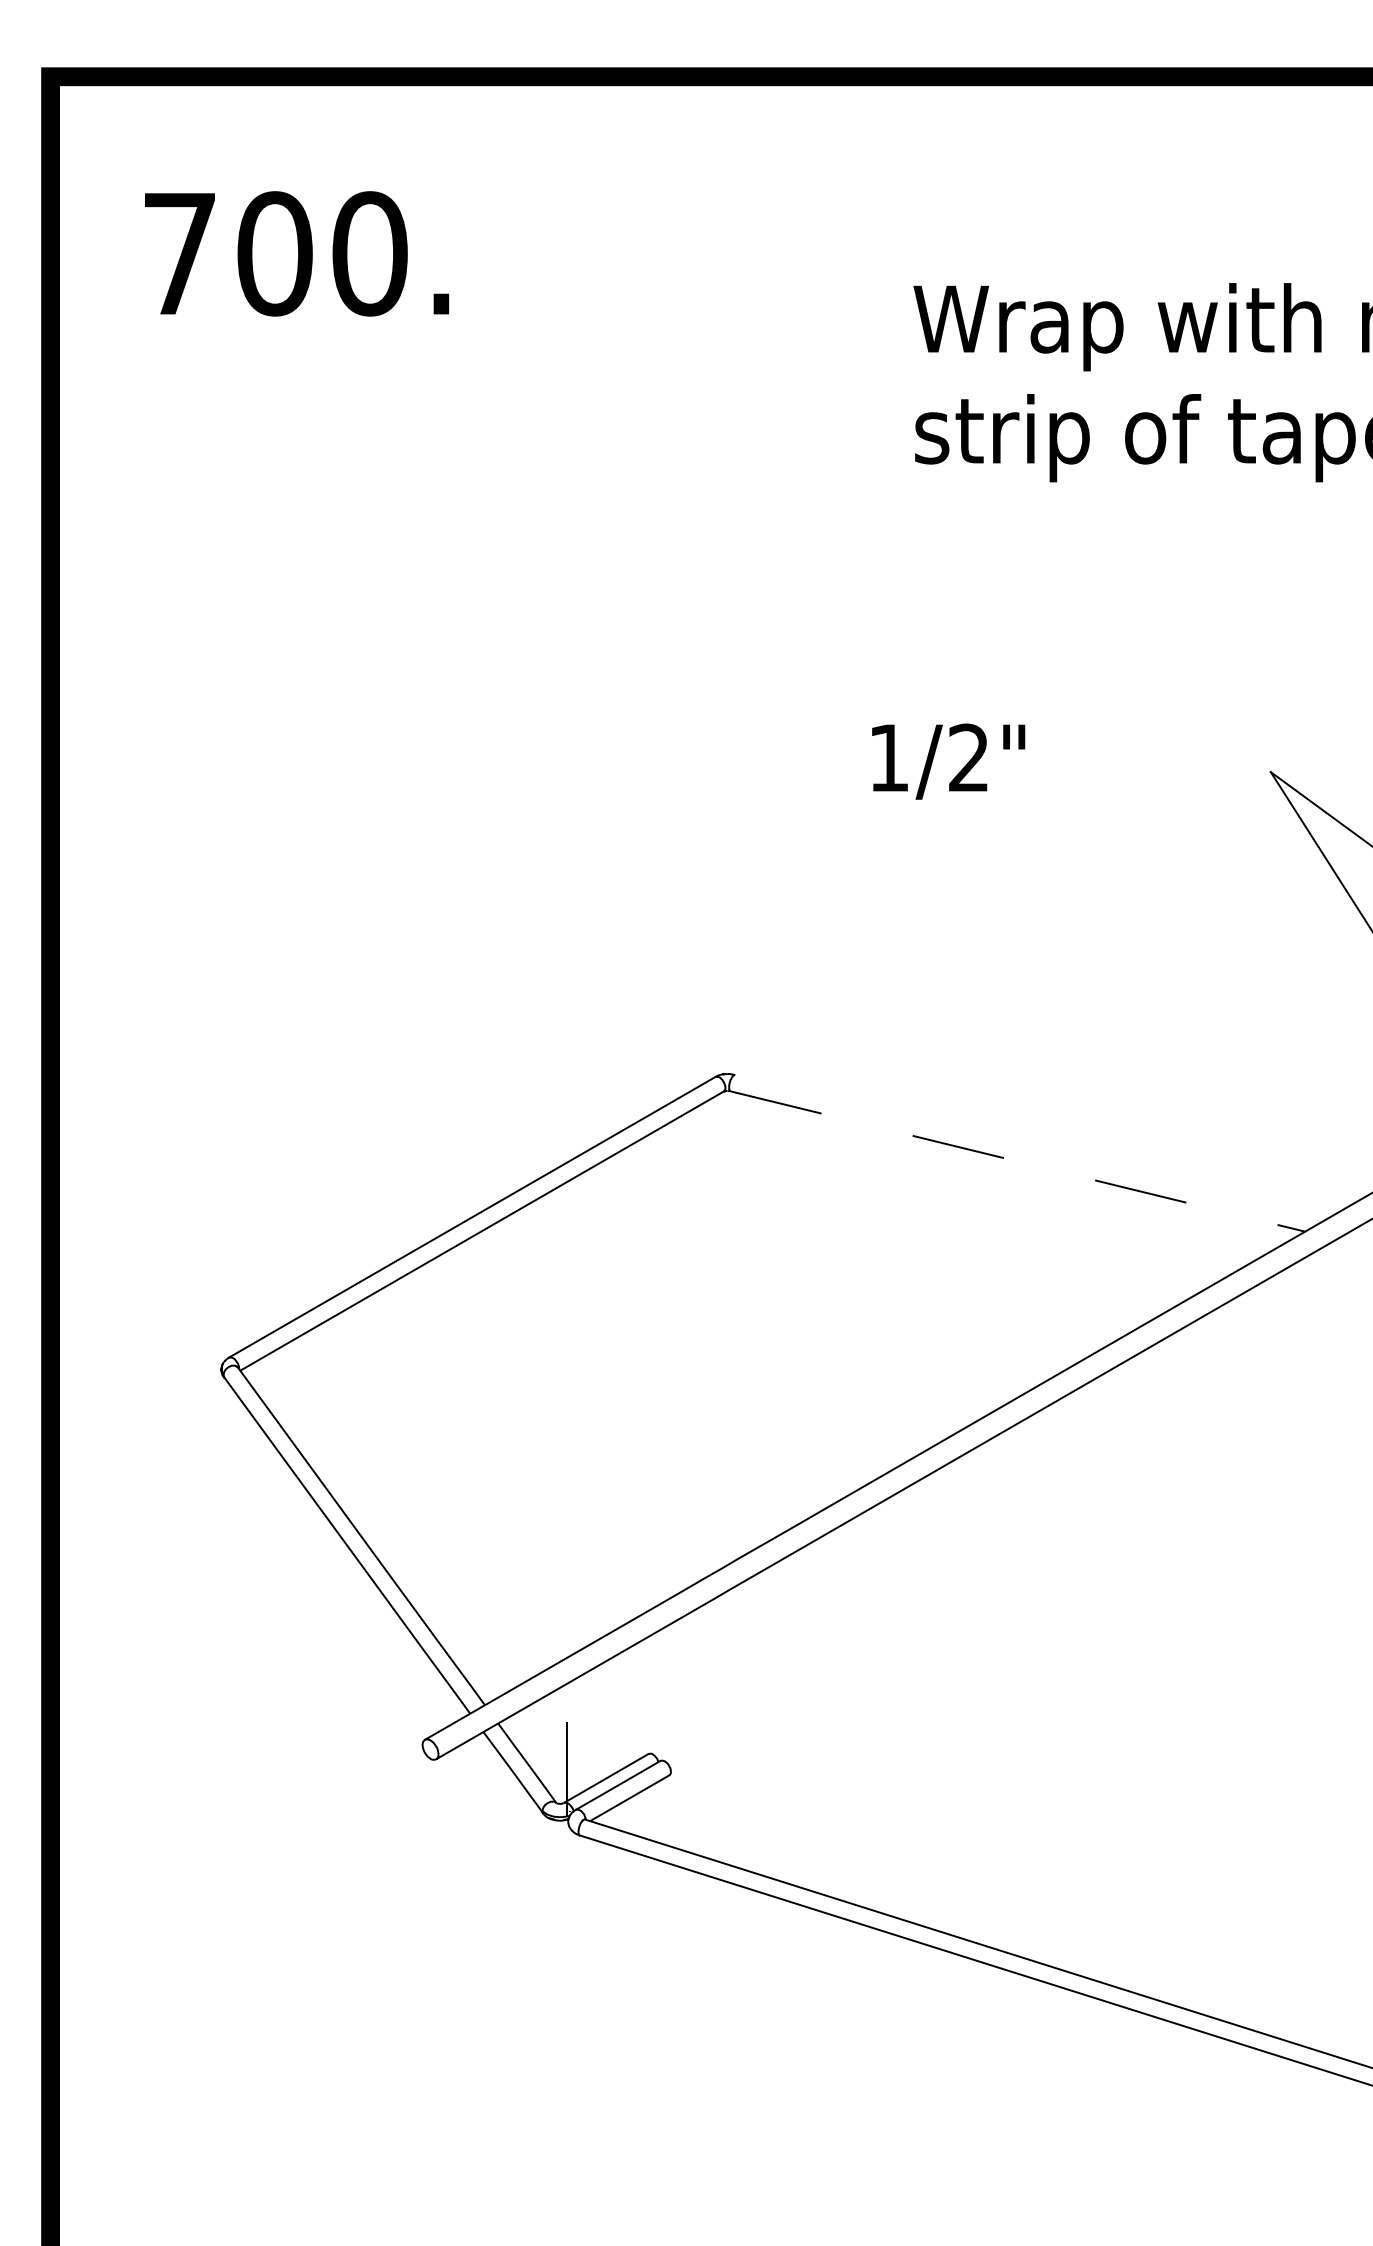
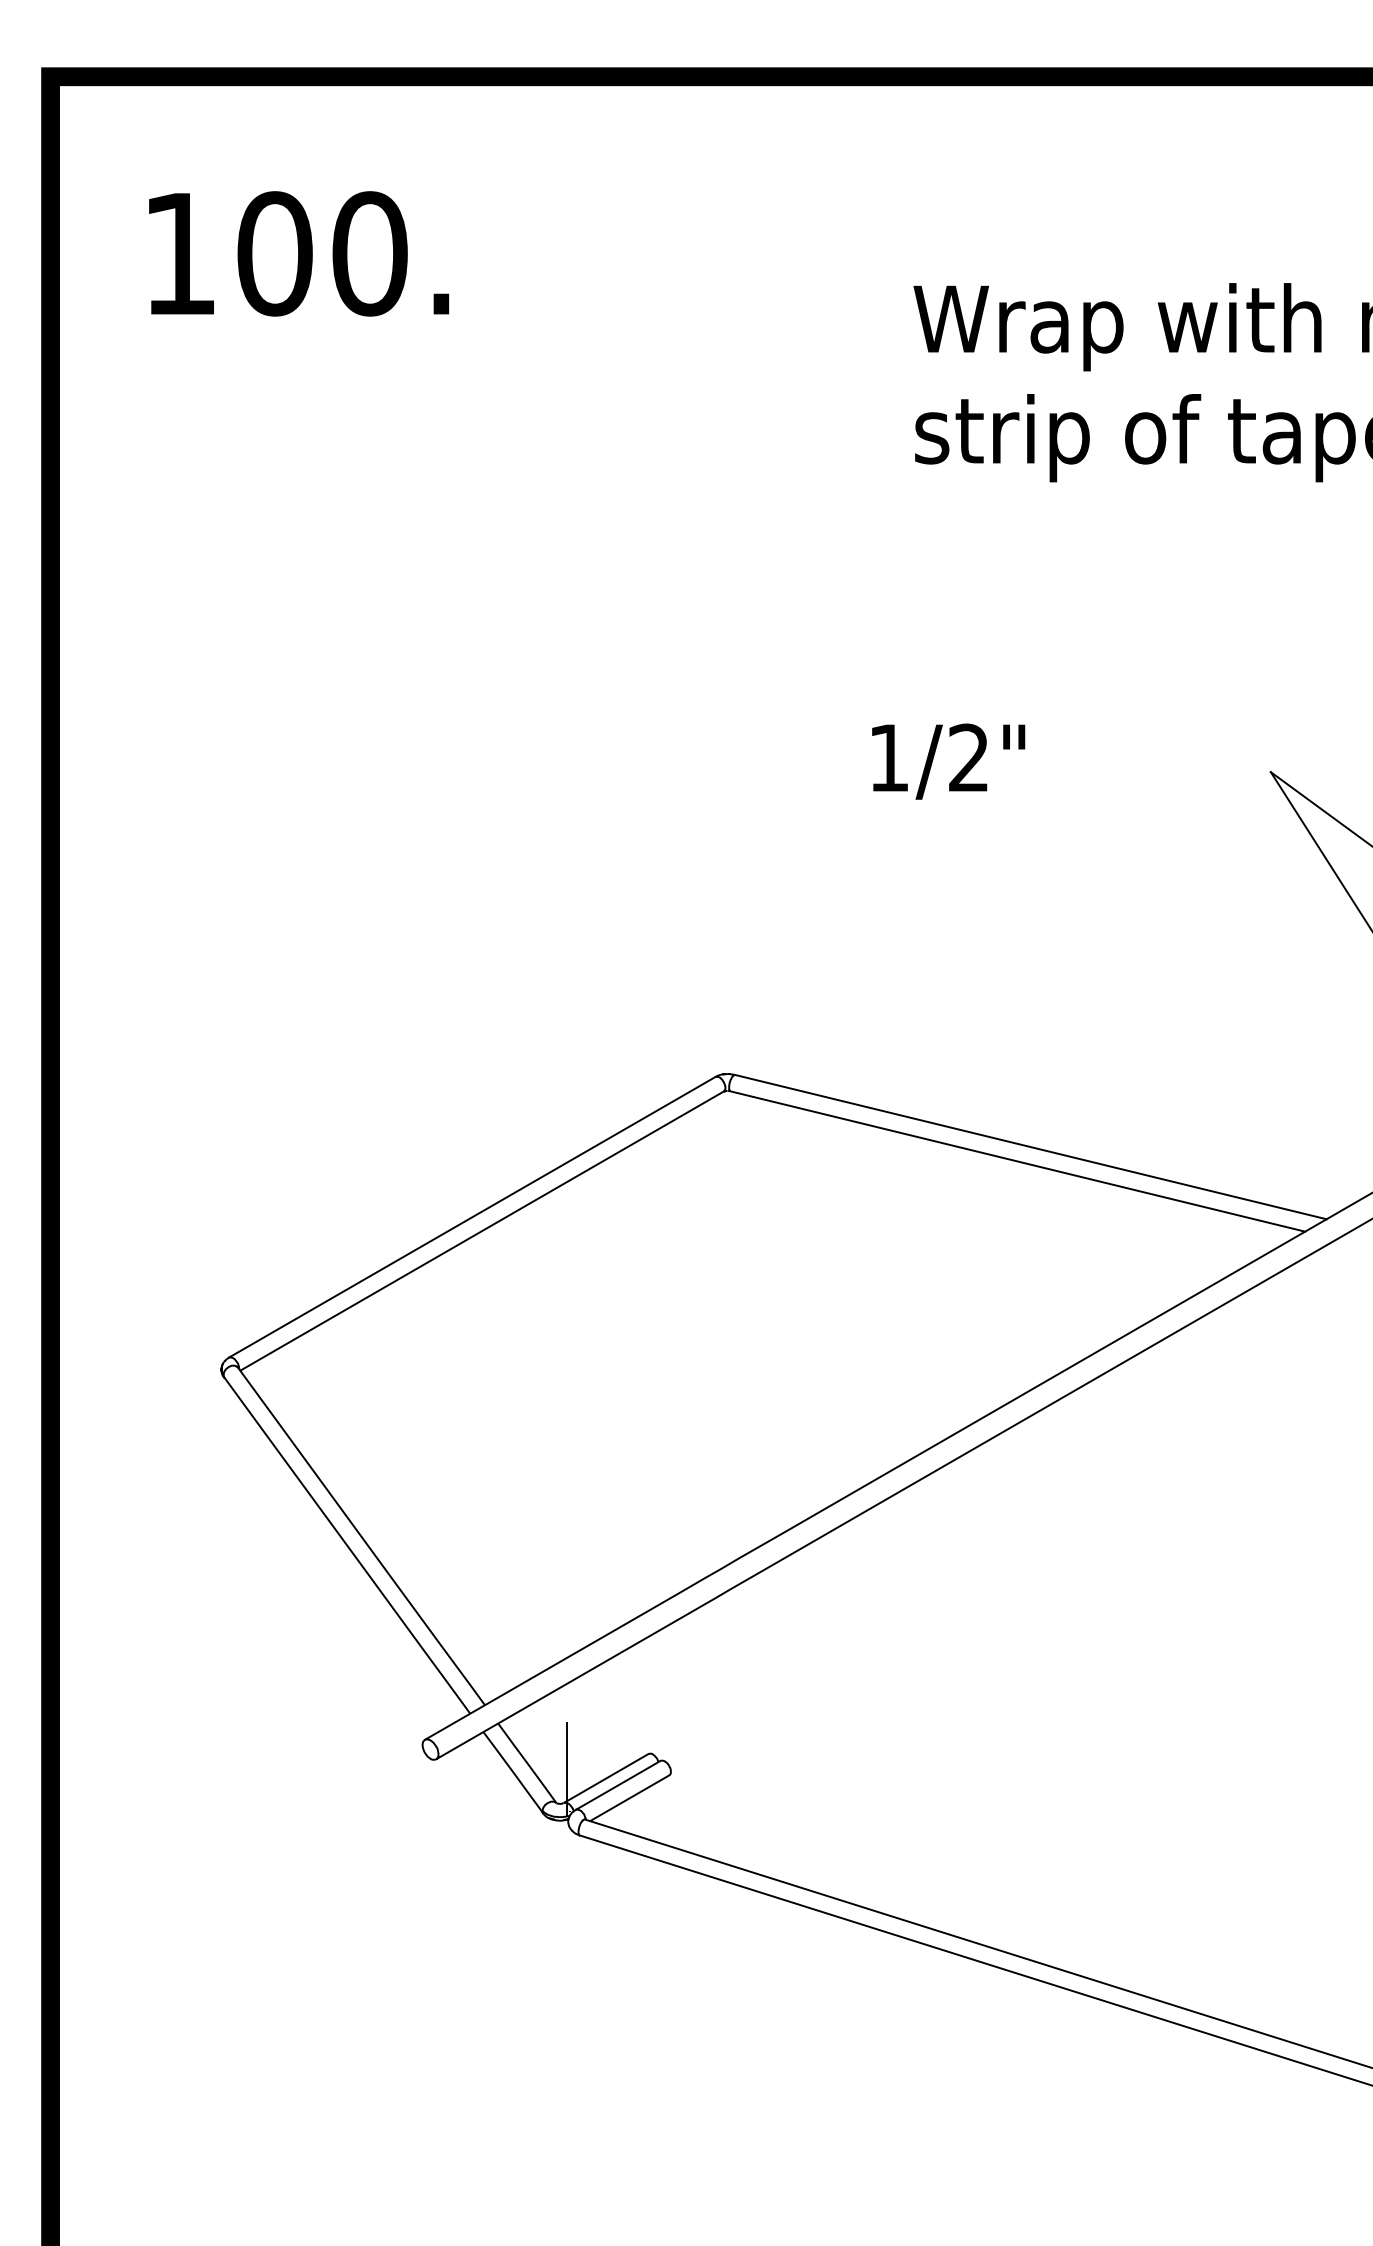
text at (179, 253): 700. -> 100.
line at (1030, 1146): none -> present
line at (1017, 1161): dashed -> solid
